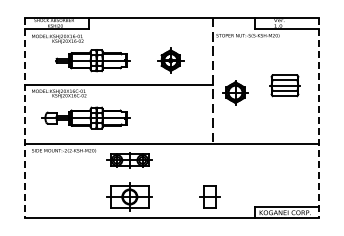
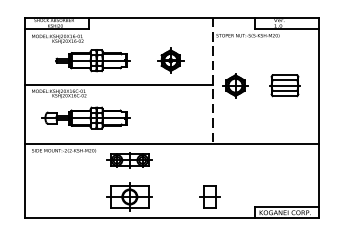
part at (235, 92) position: (235, 92) -> (235, 85)
line at (25, 118): dashed -> solid
line at (318, 118): dashed -> solid
